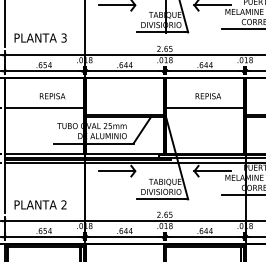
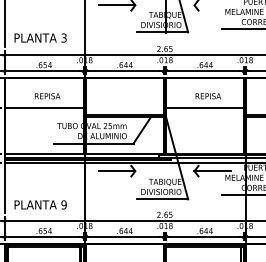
line at (212, 5): present -> none
text at (52, 96) position: (52, 96) -> (47, 96)
text at (63, 204): 2 -> 9
